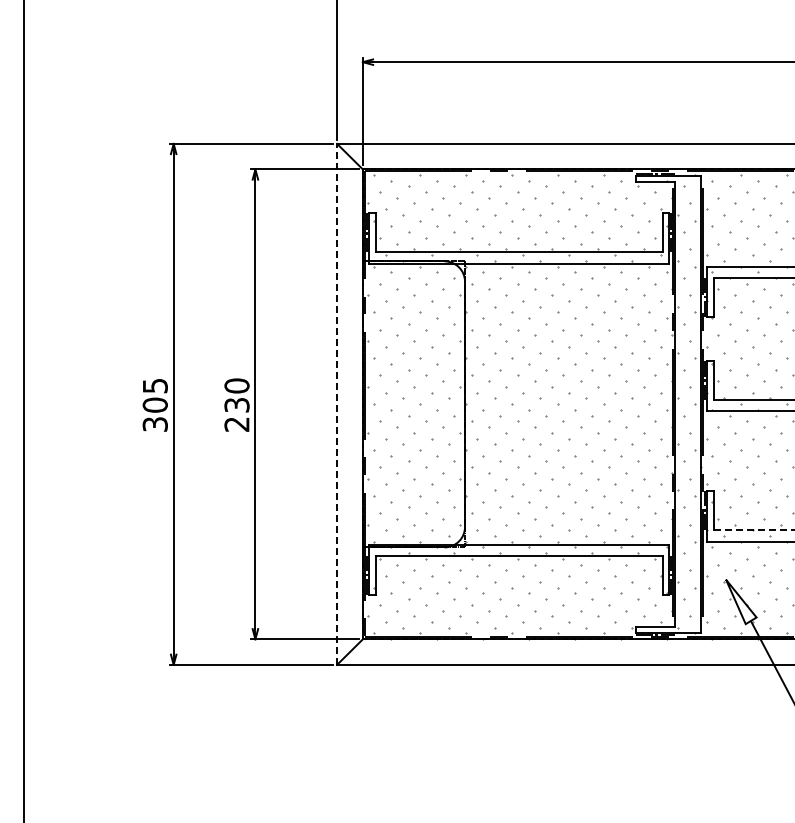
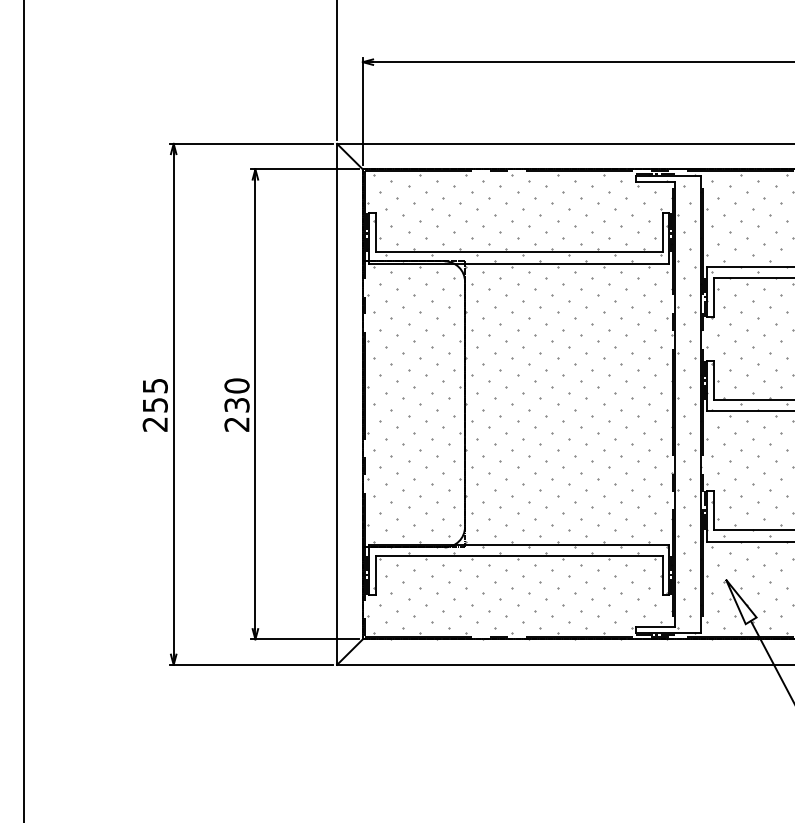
line at (337, 403): dashed -> solid
text at (154, 414): 305 -> 255
line at (754, 530): dashed -> solid
